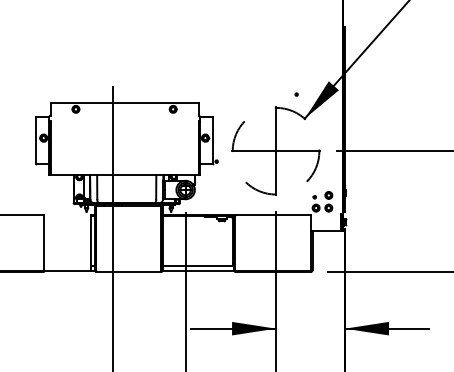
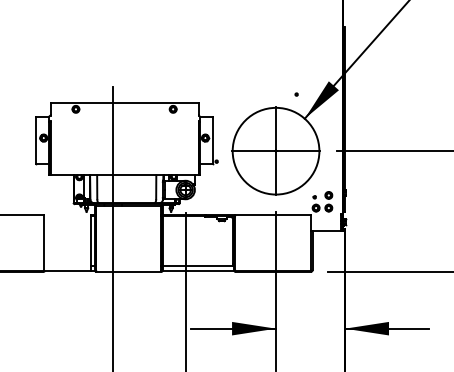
circle at (275, 150): dashed -> solid
